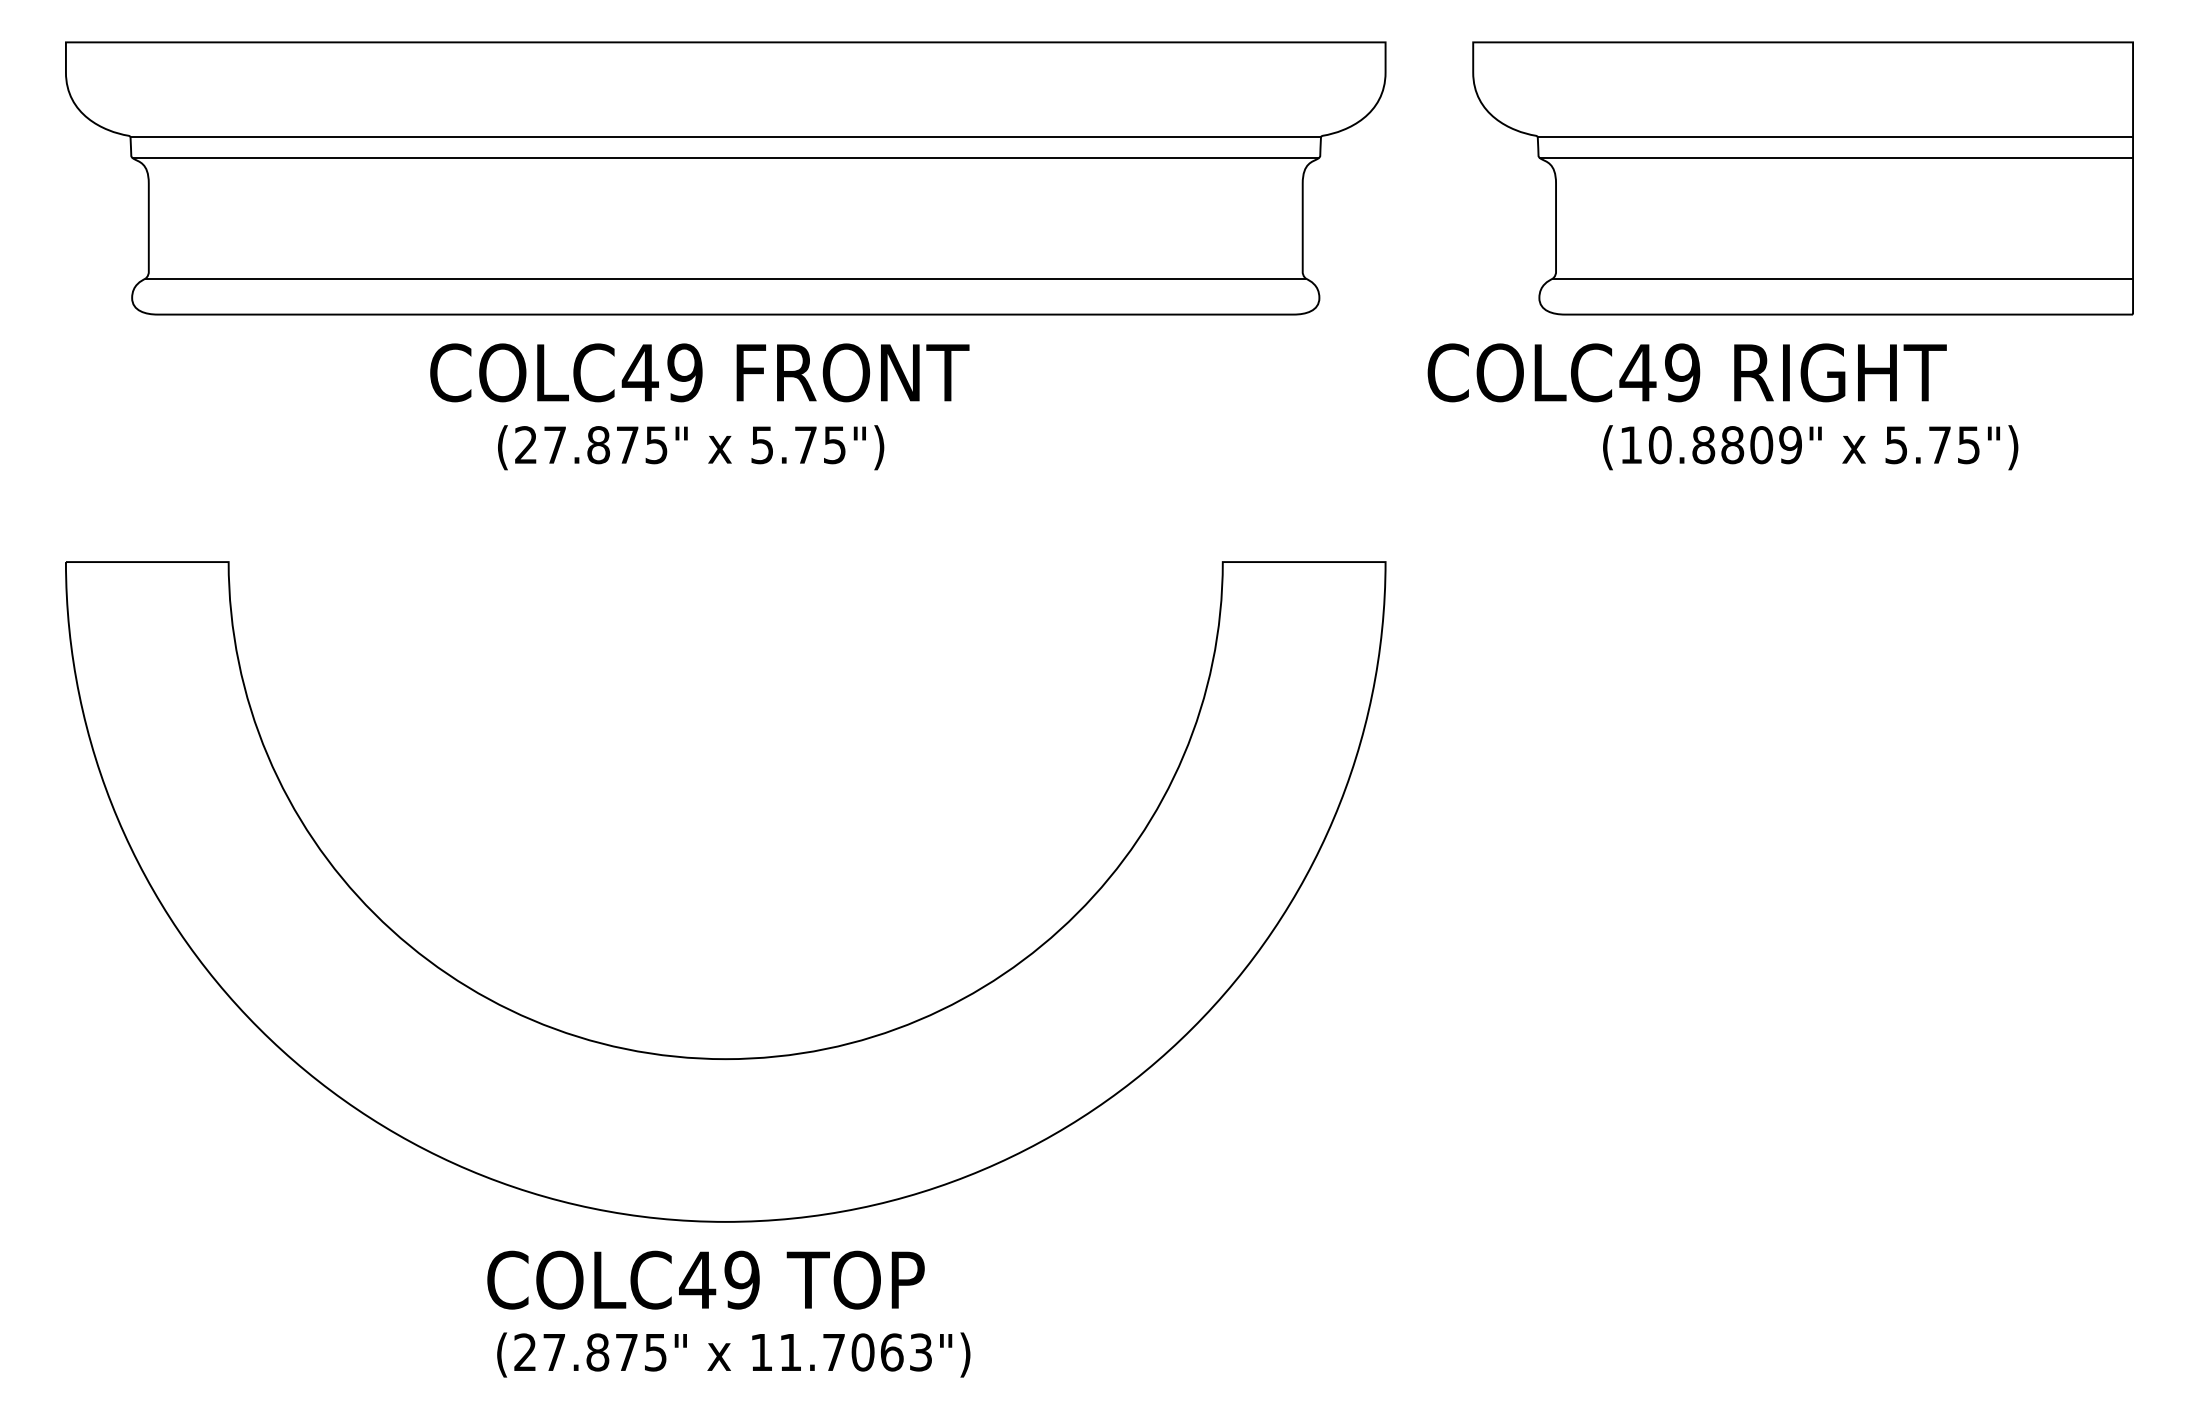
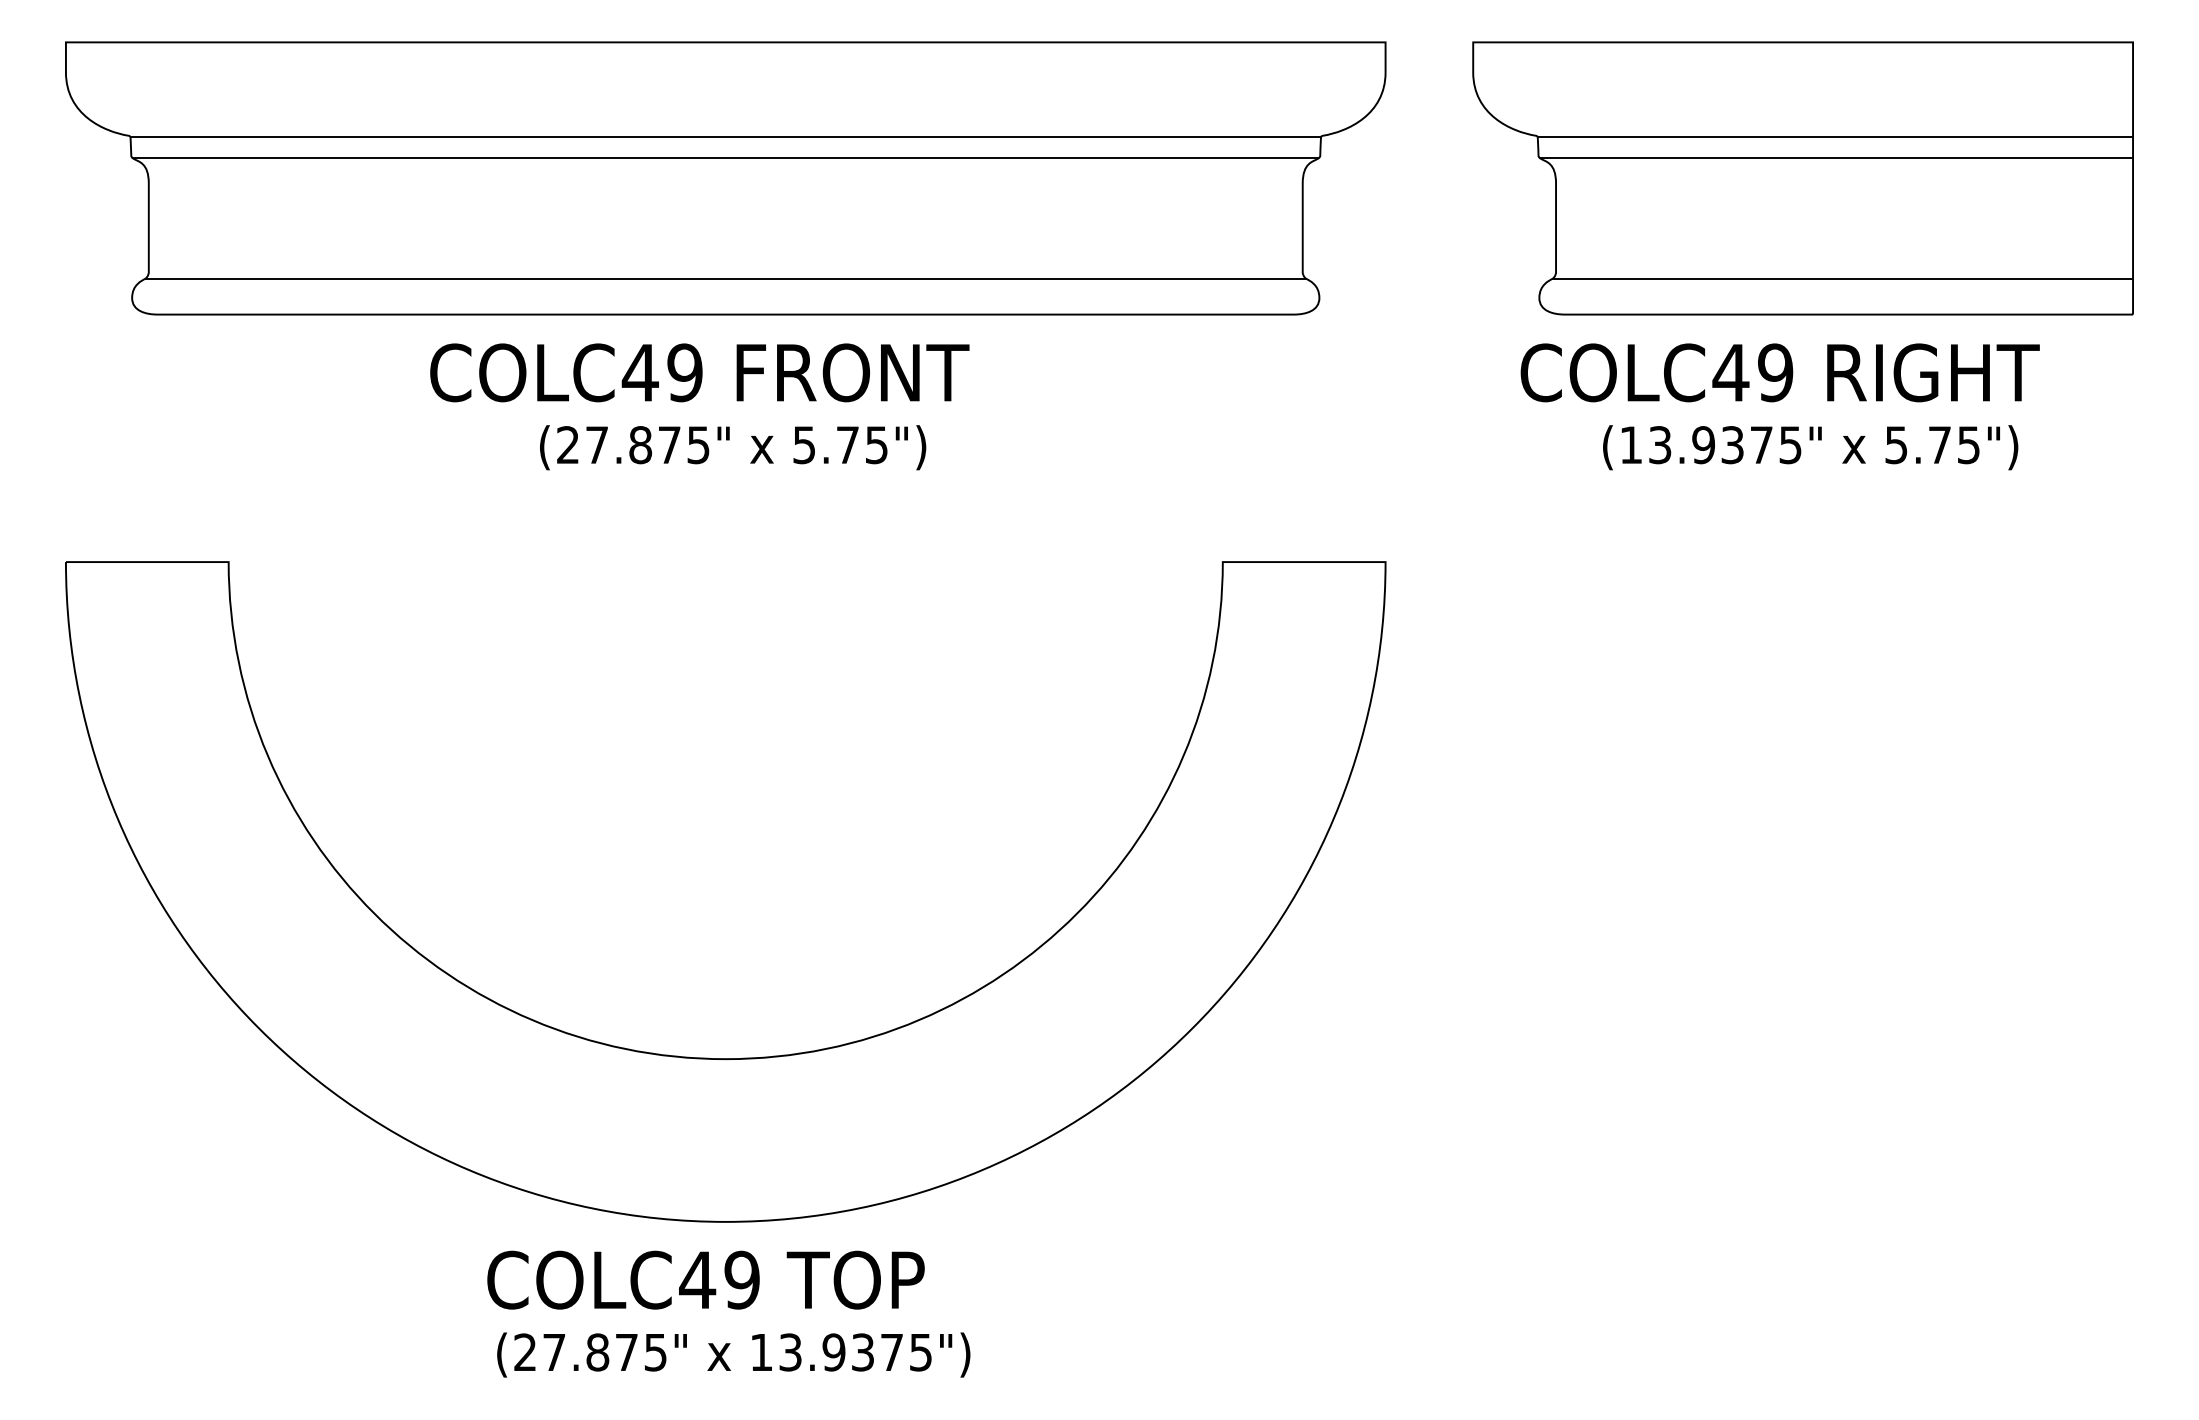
text at (1686, 372) position: (1686, 372) -> (1779, 372)
text at (1724, 445): (10.8809" -> (13.9375"
text at (691, 447) position: (691, 447) -> (733, 447)
text at (855, 1352): 11.7063") -> 13.9375")
